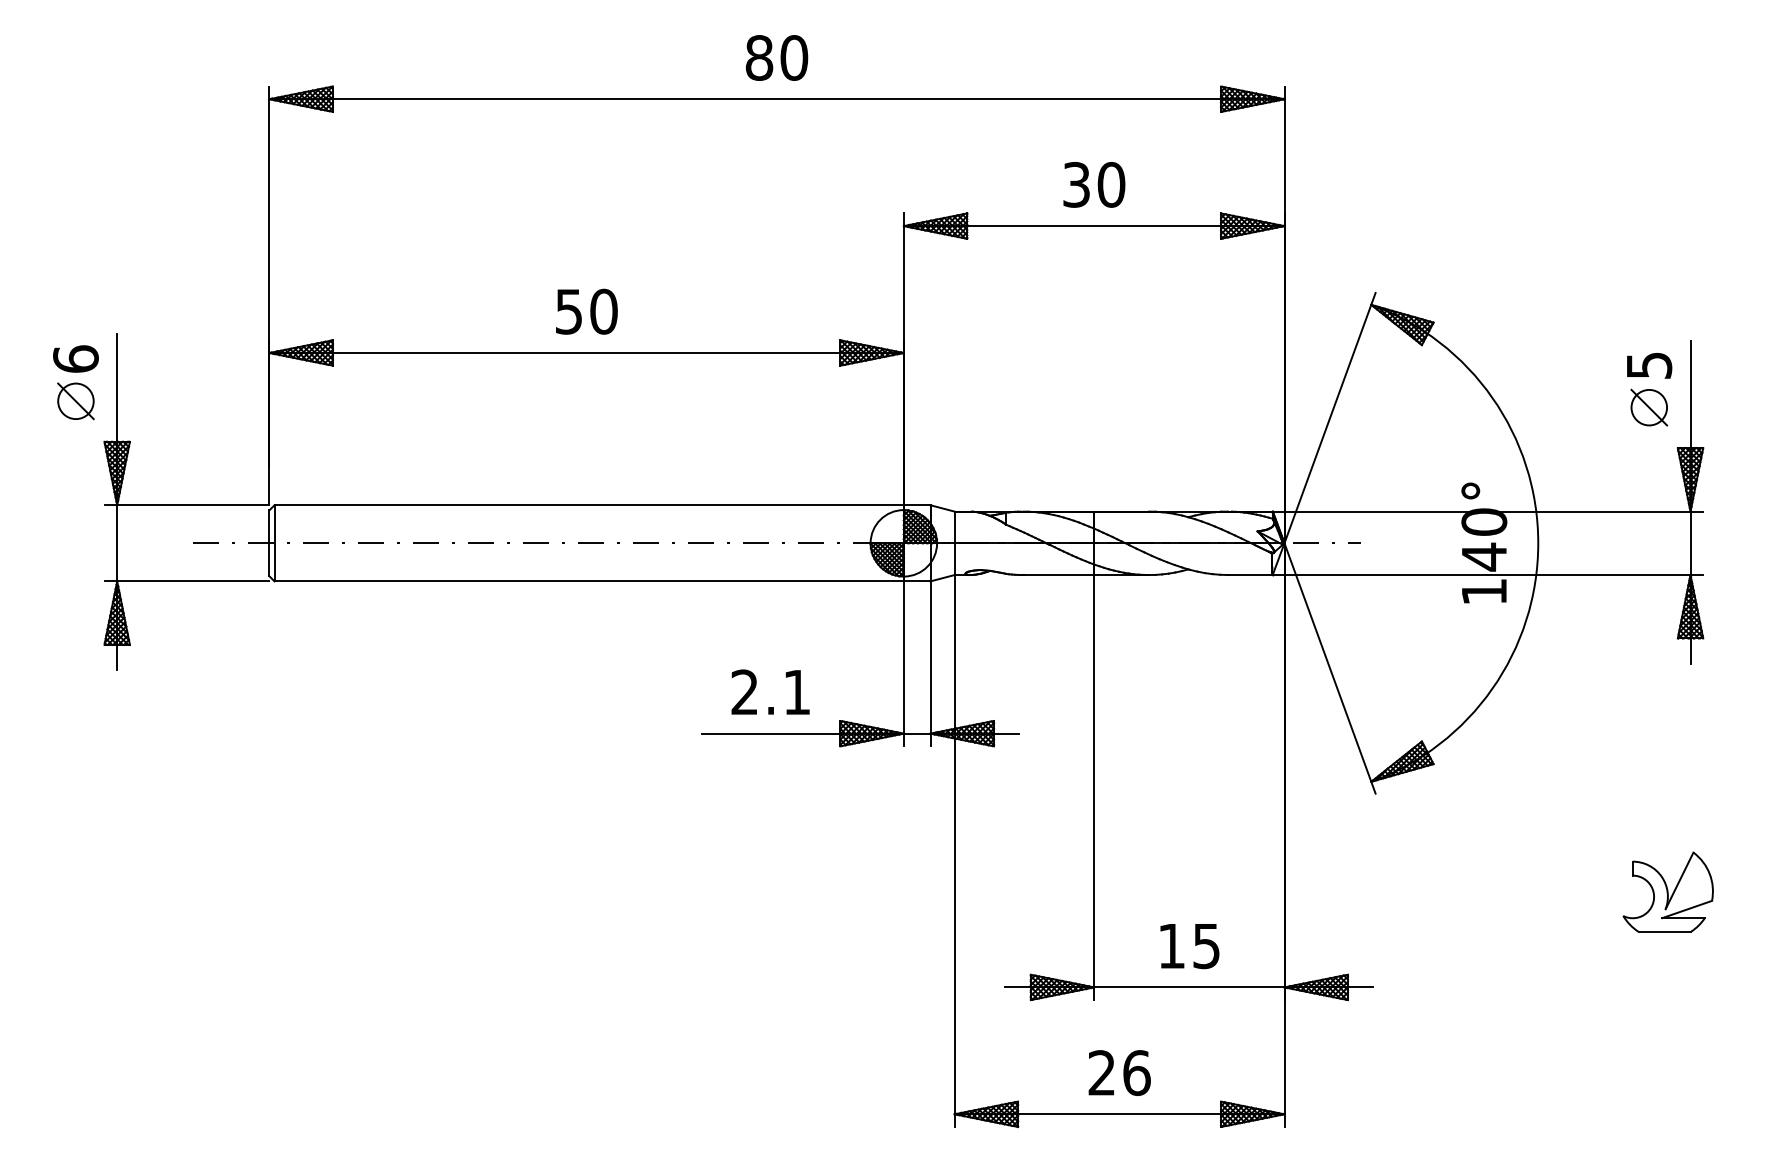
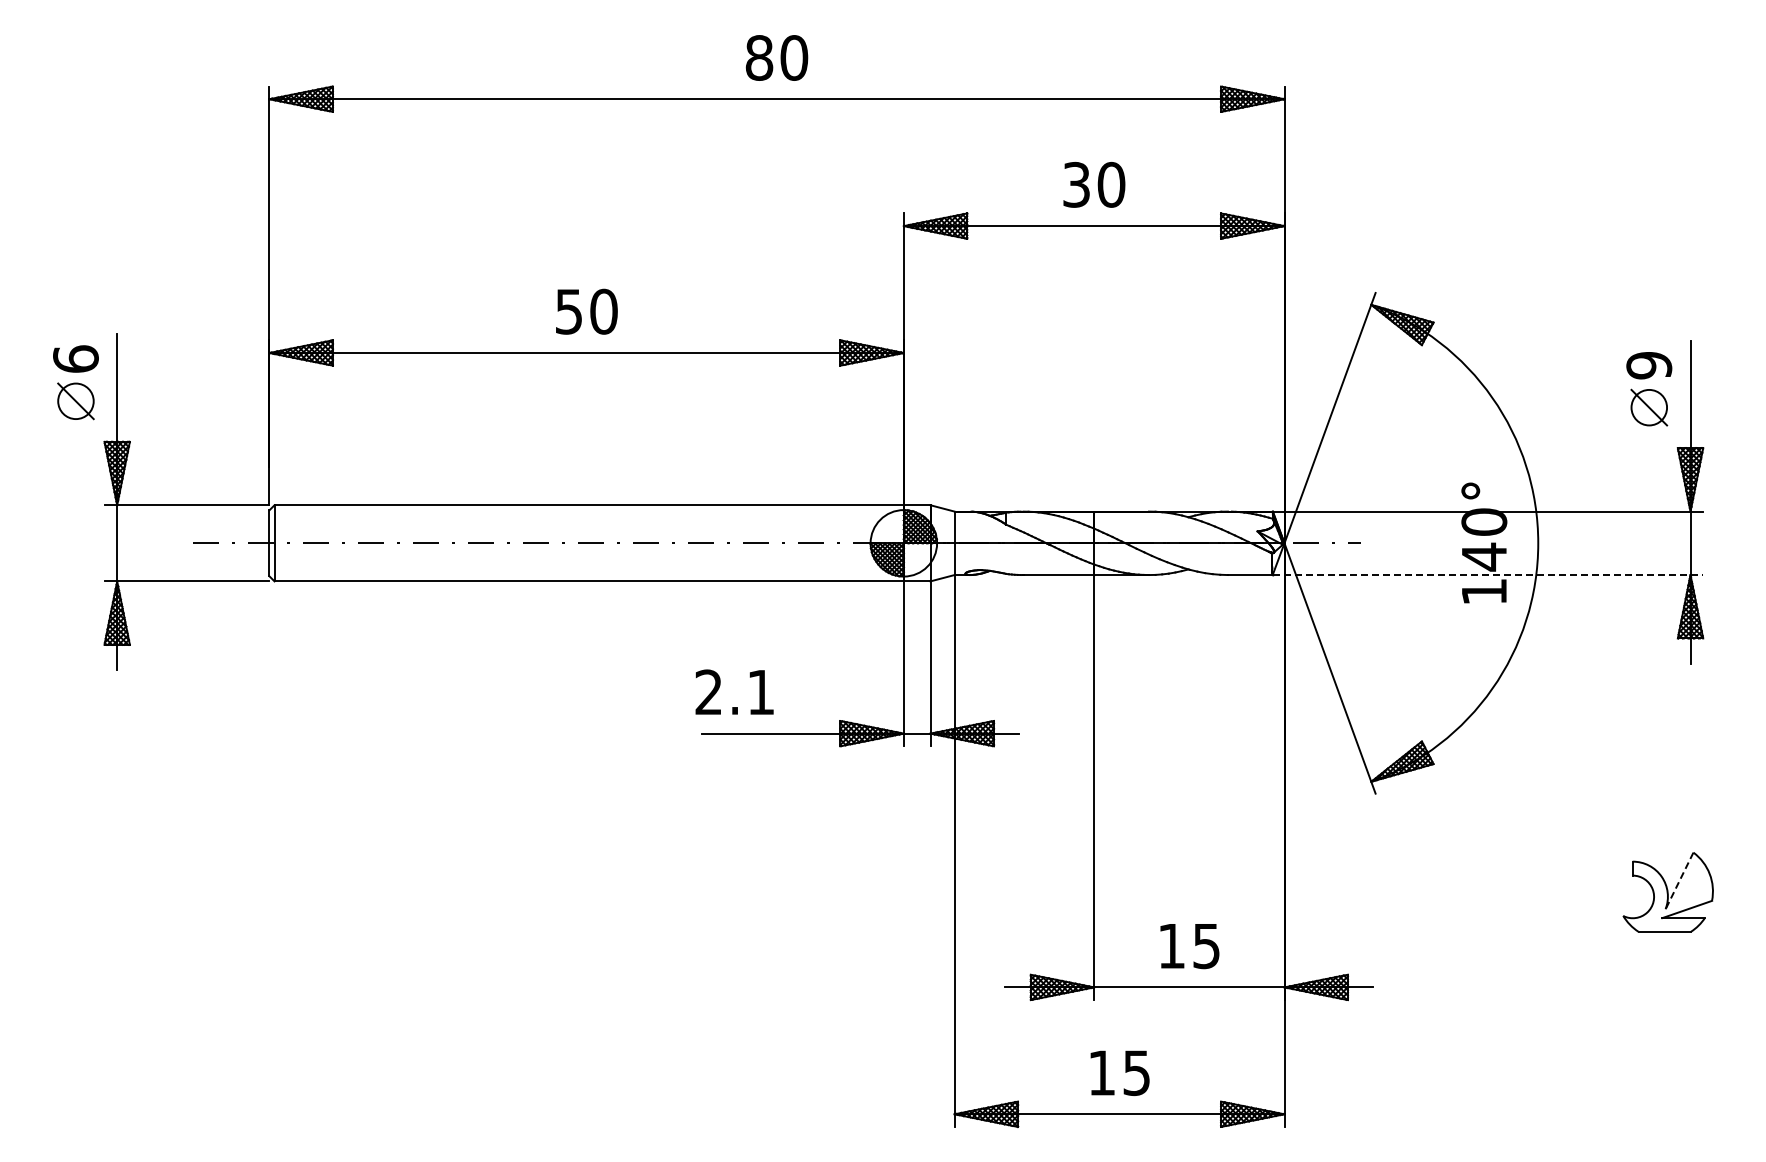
text at (1649, 365): 5 -> 9
line at (1488, 575): solid -> dashed
text at (770, 691) position: (770, 691) -> (734, 691)
line at (1679, 880): solid -> dashed
text at (1119, 1073): 26 -> 15
